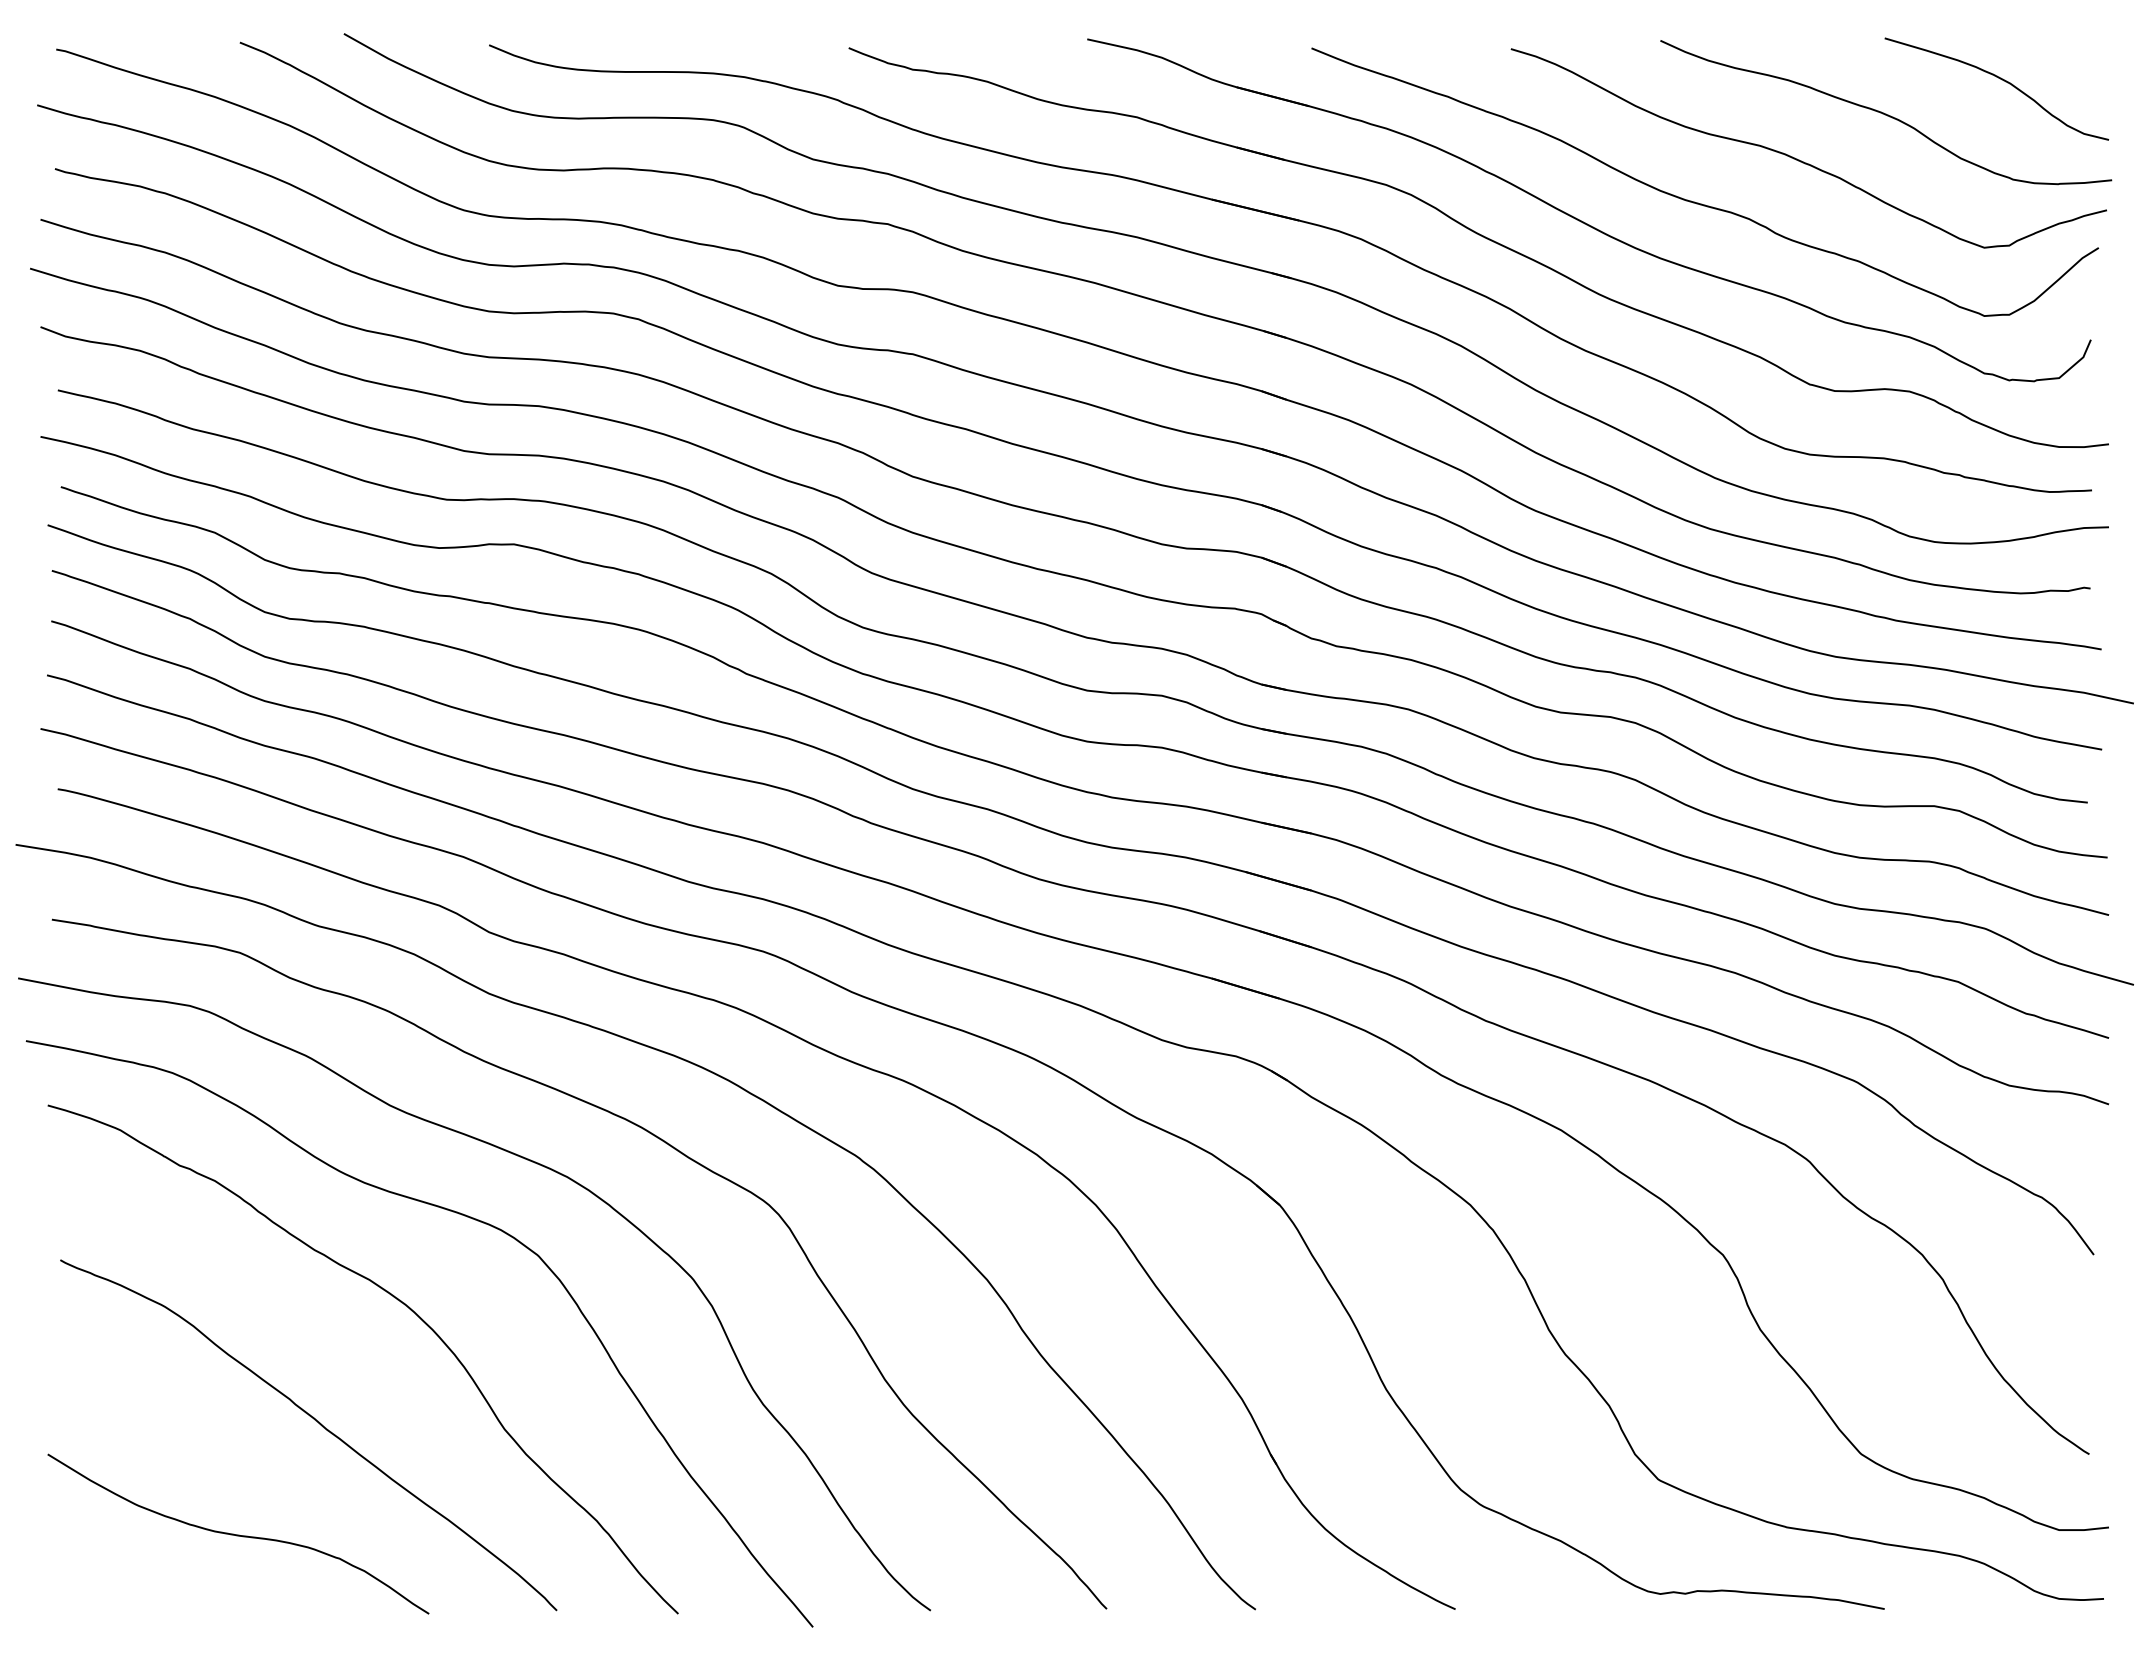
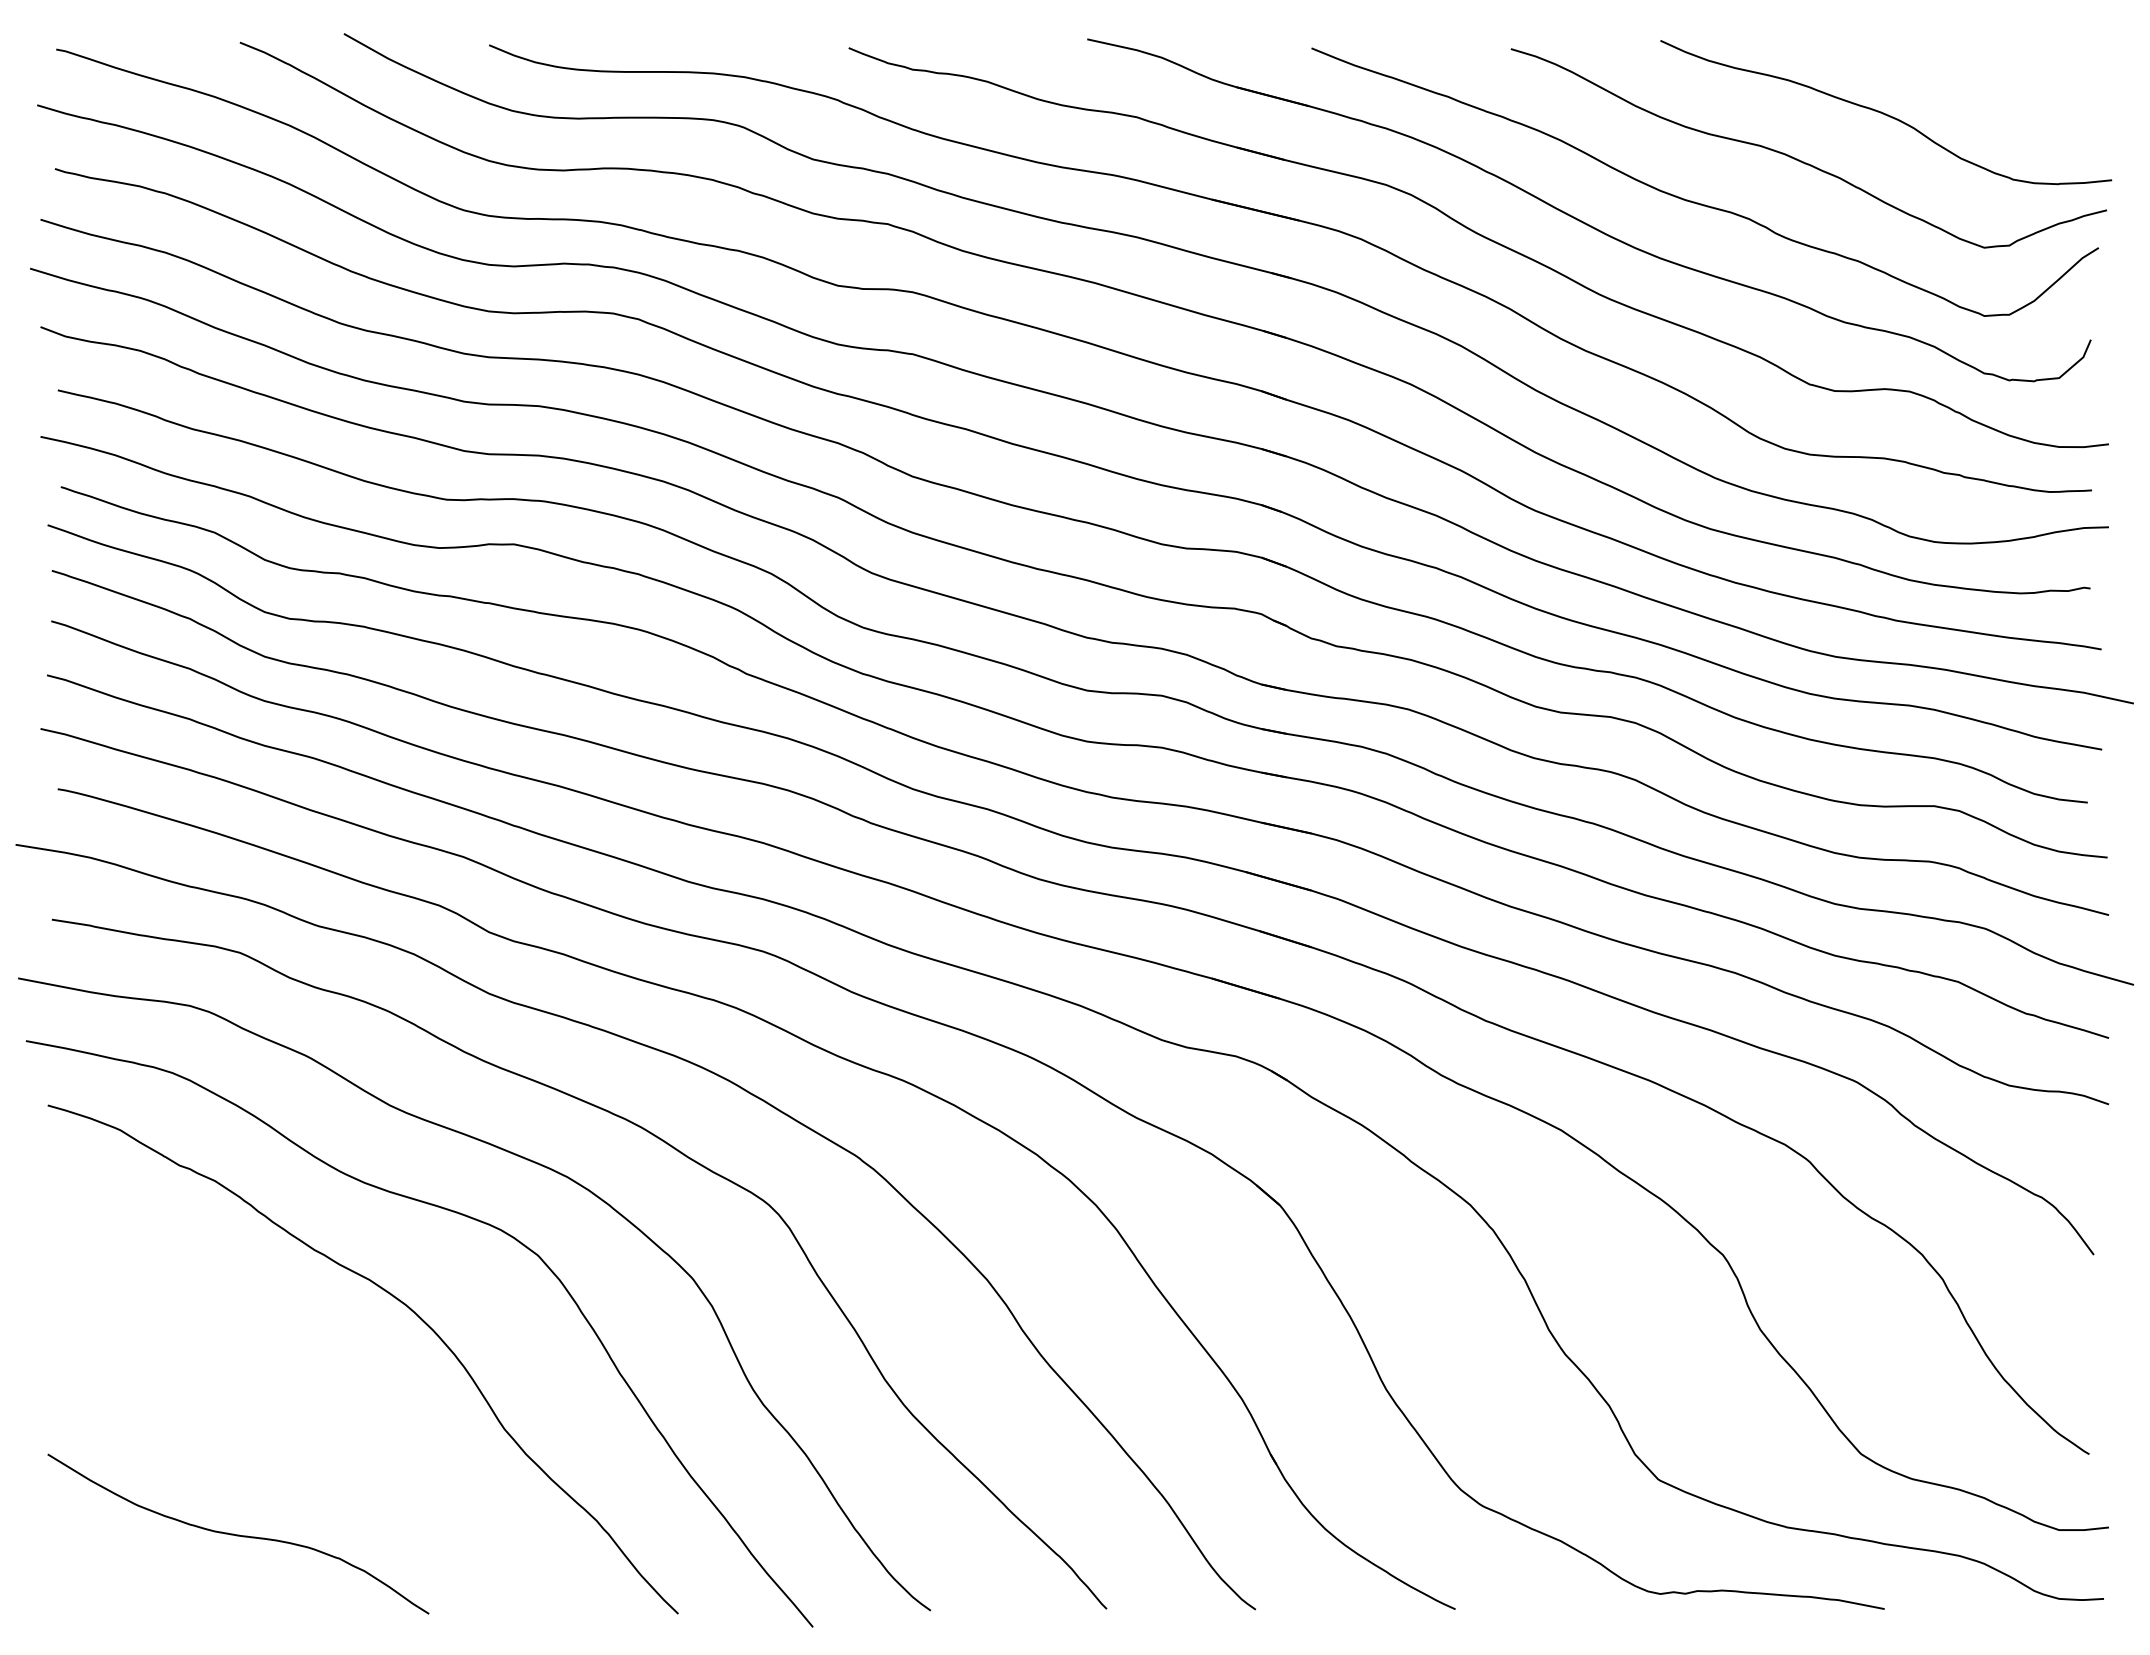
curve at (2000, 79): present -> none
curve at (319, 1424): present -> none
